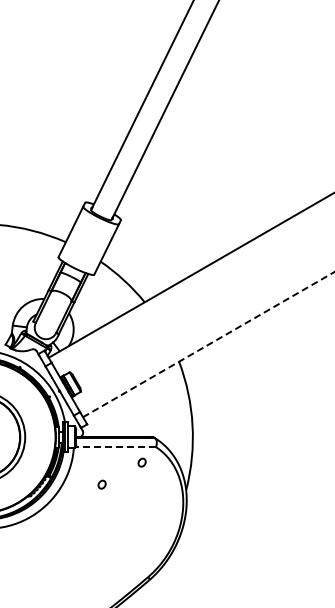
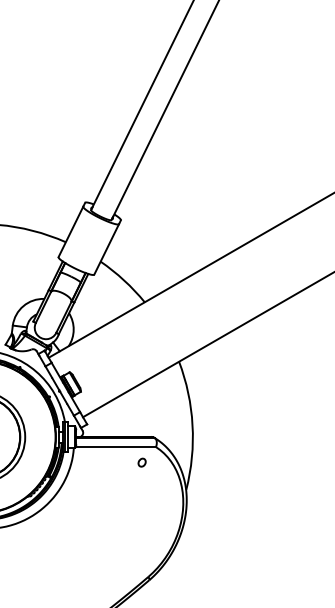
line at (209, 344): dashed -> solid
line at (115, 447): dashed -> solid
part at (101, 484): present -> none
